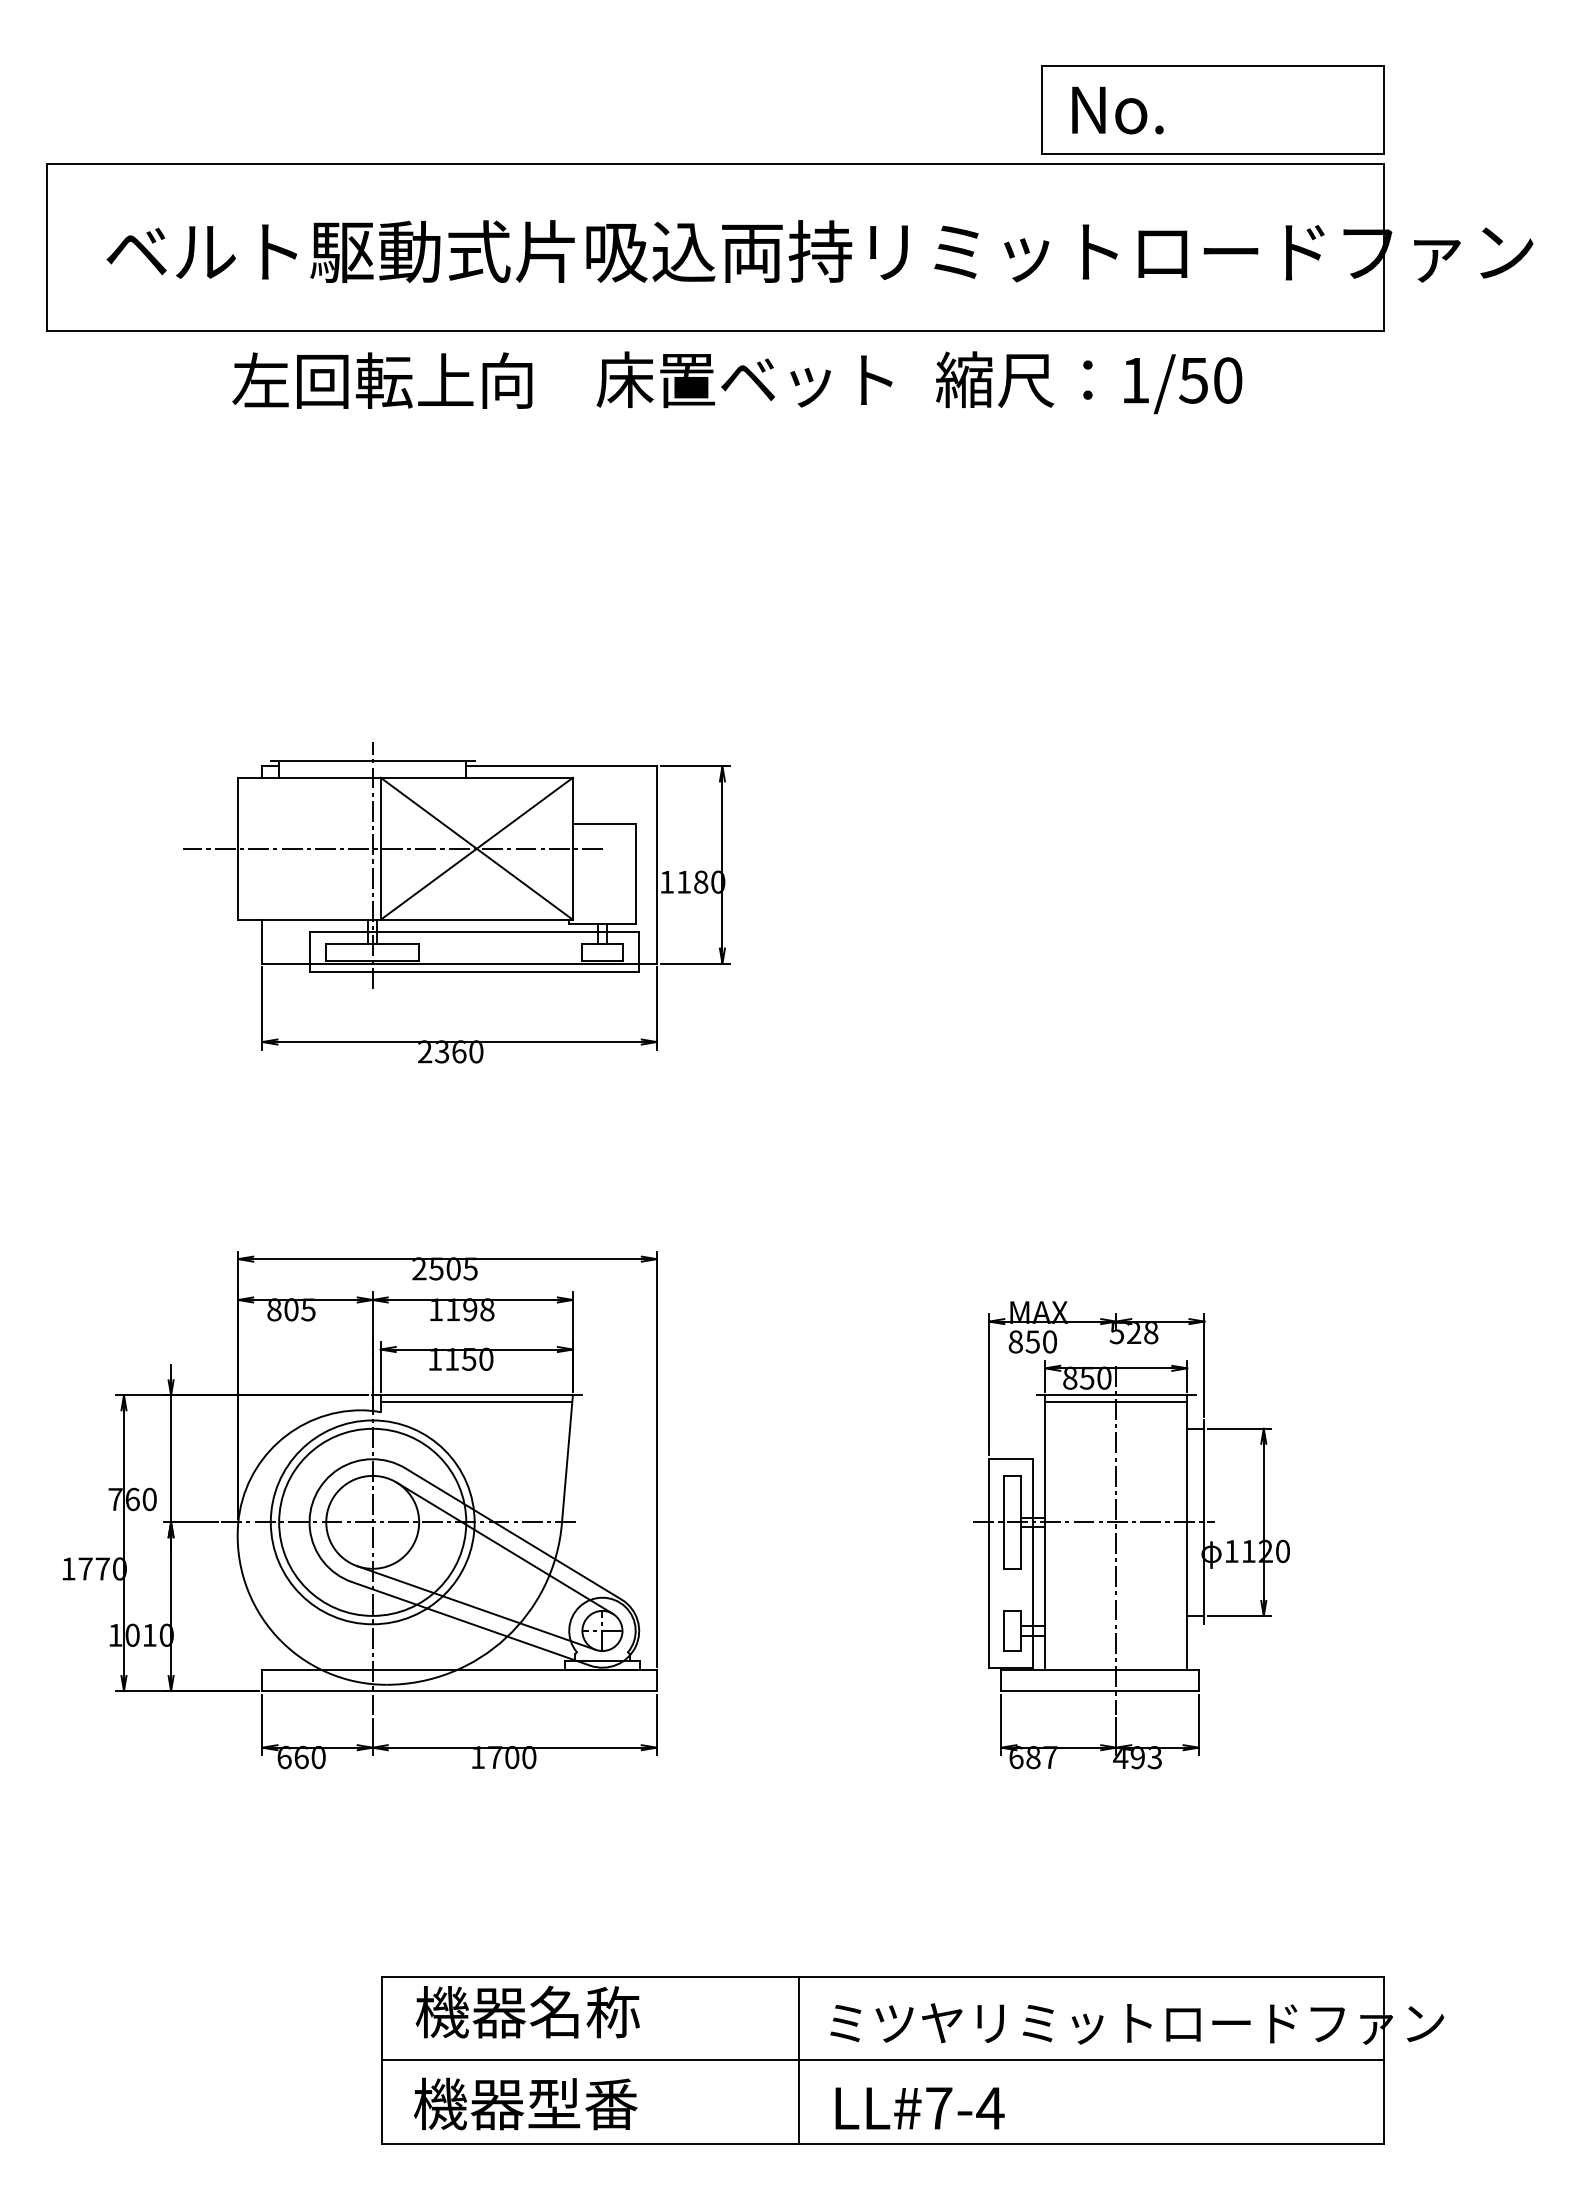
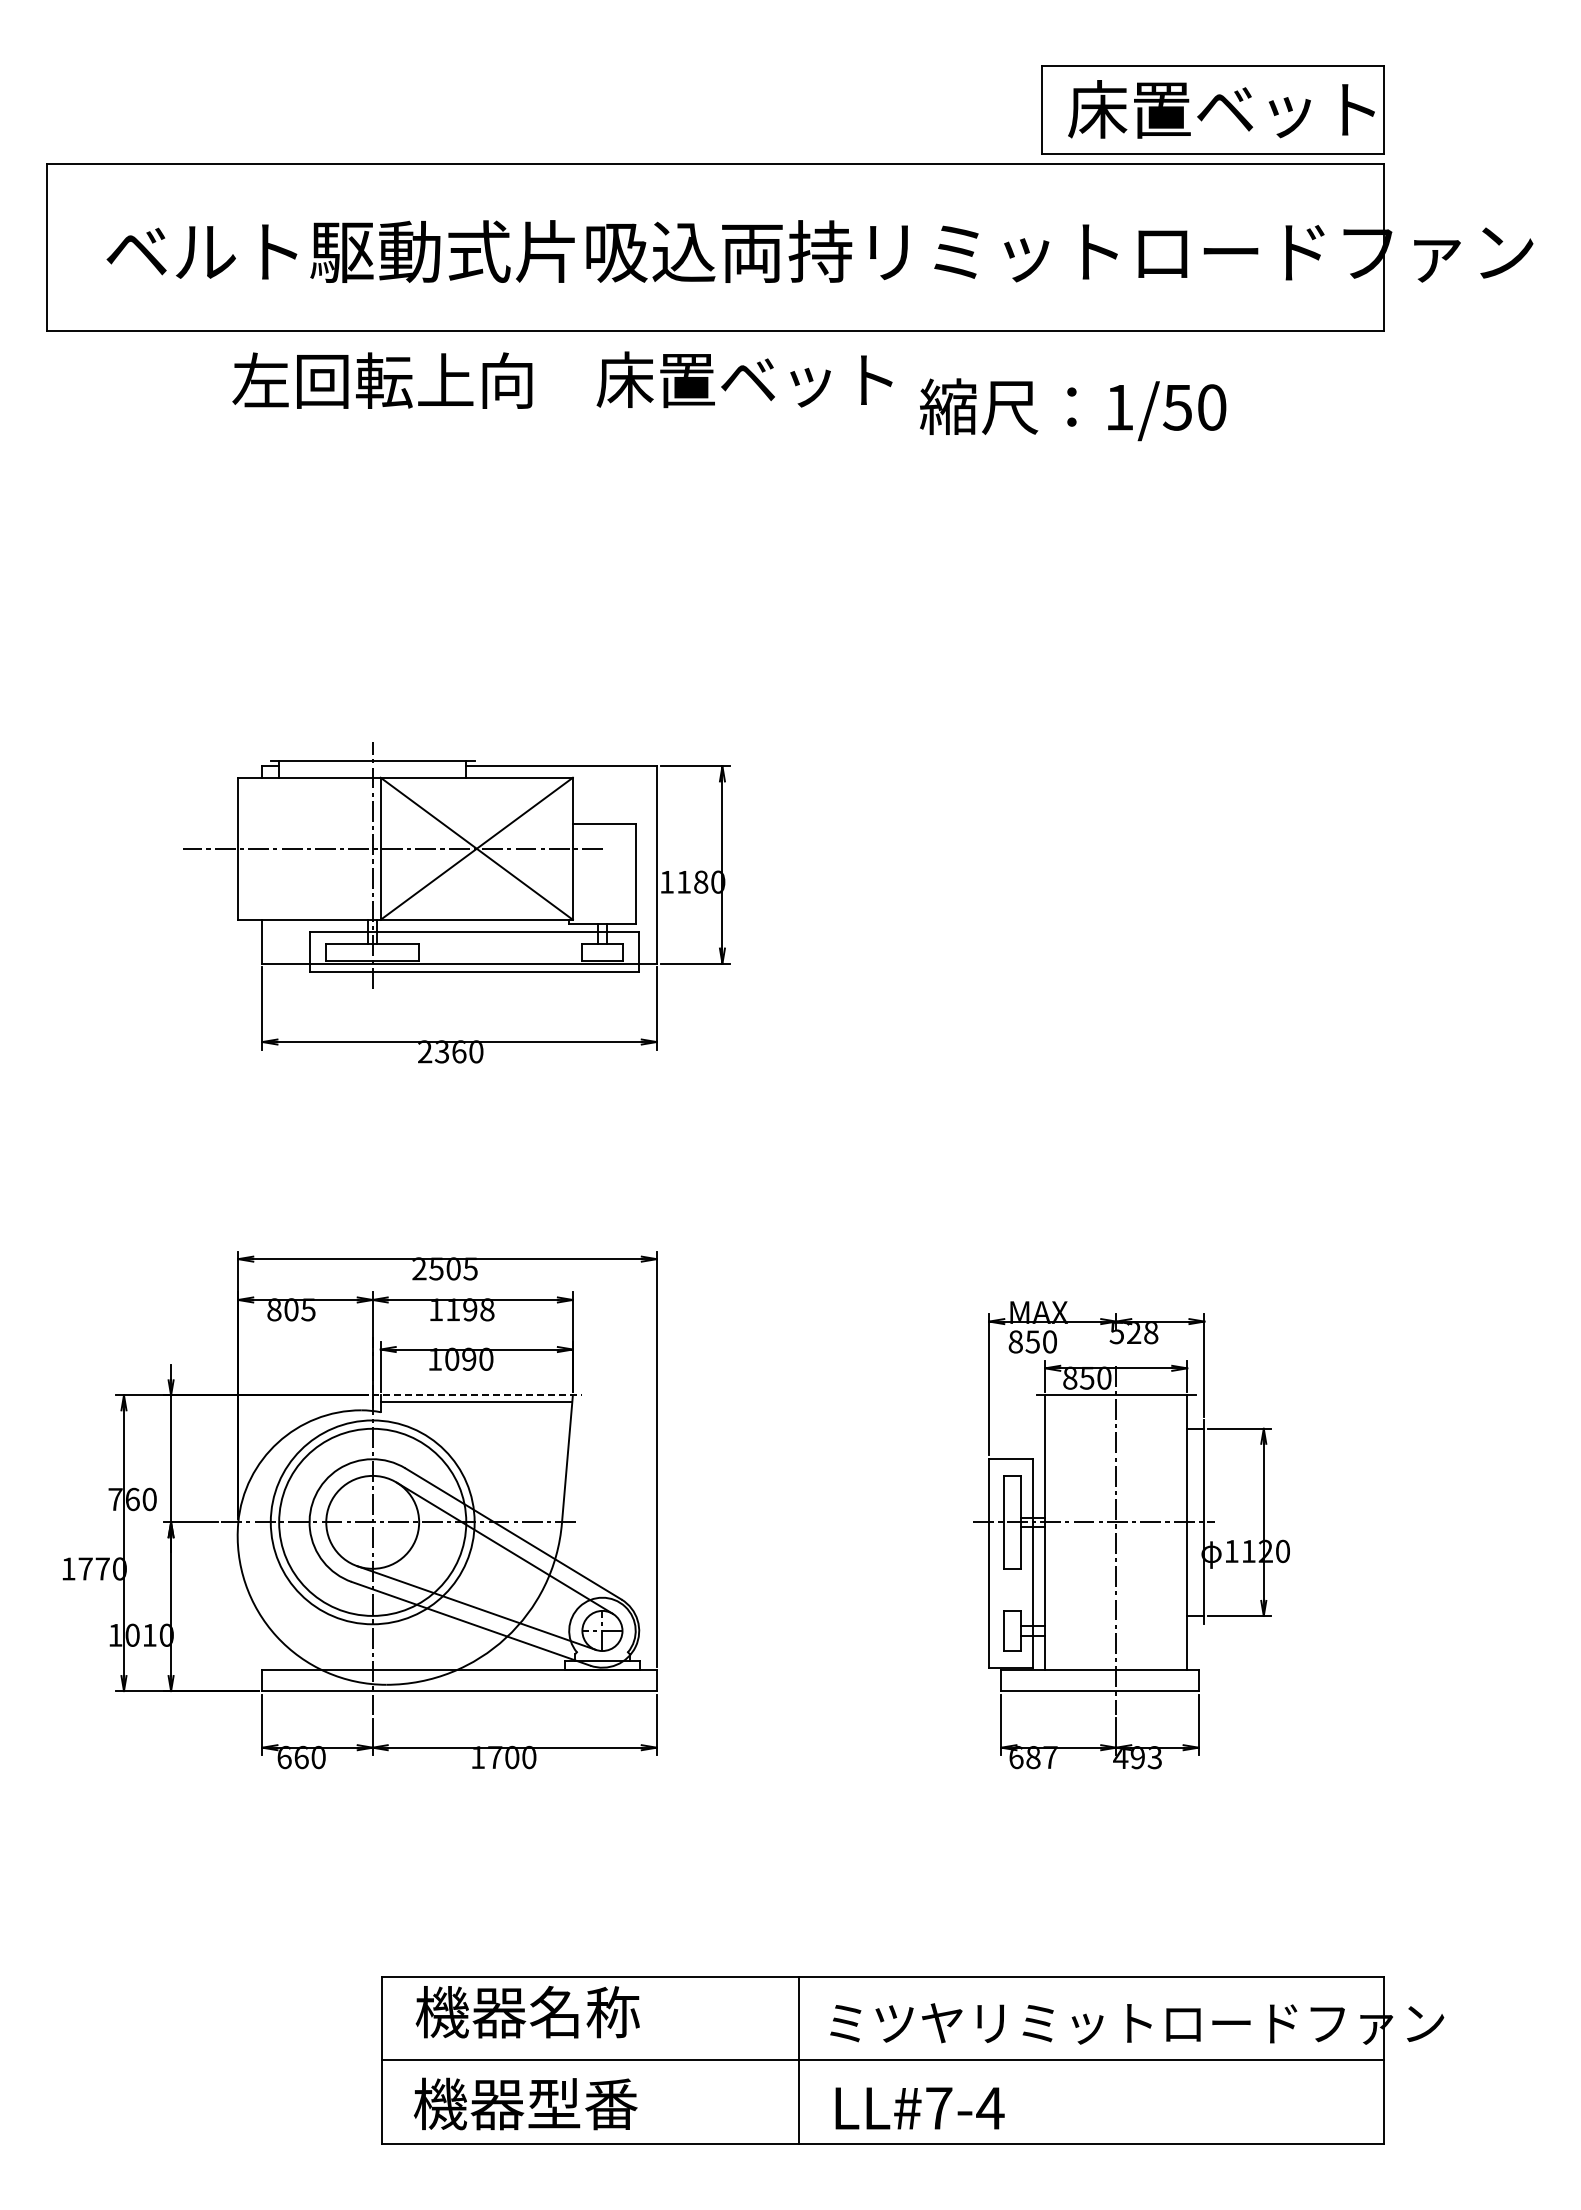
text at (1221, 109): No. -> 床置ベット
text at (1089, 382) position: (1089, 382) -> (1073, 409)
text at (460, 1358): 1150 -> 1090
line at (476, 1395): solid -> dashed
line at (1116, 1402): present -> none
